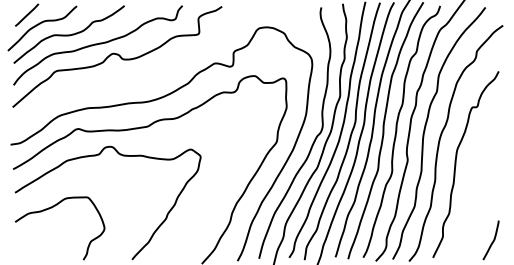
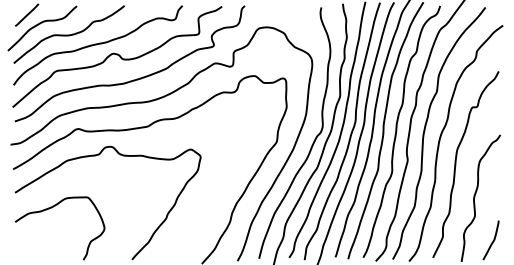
curve at (133, 79): none -> present
curve at (475, 197): none -> present
